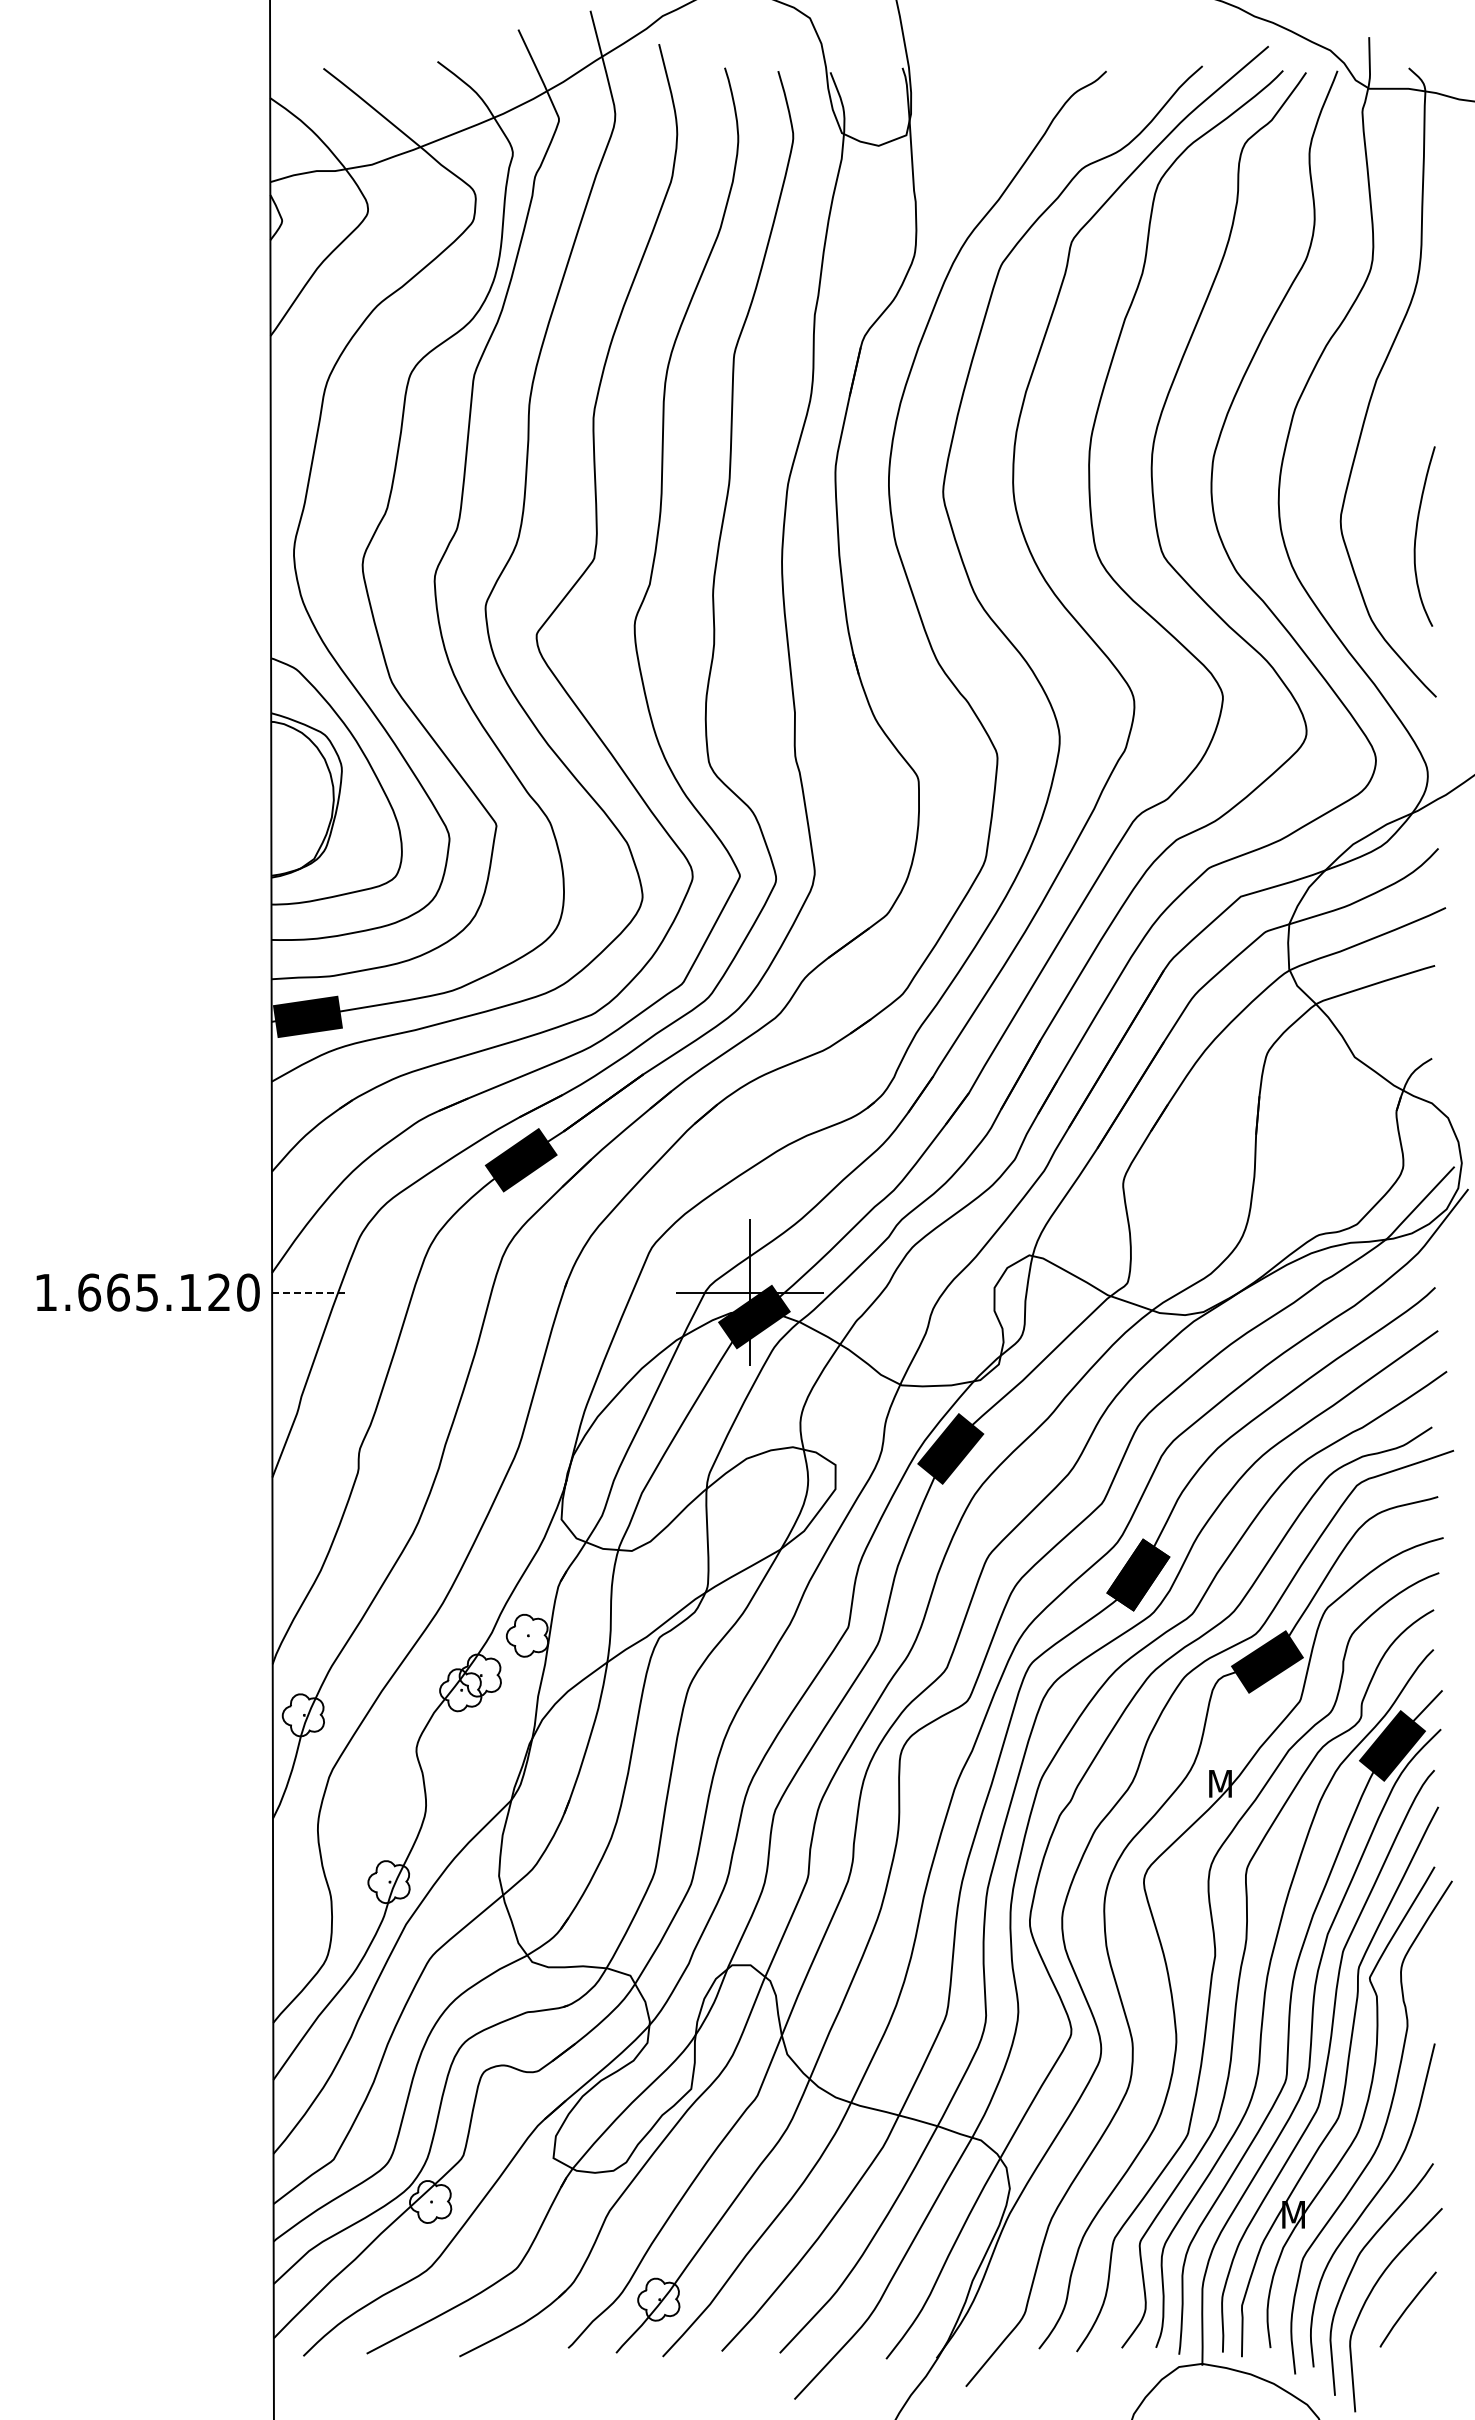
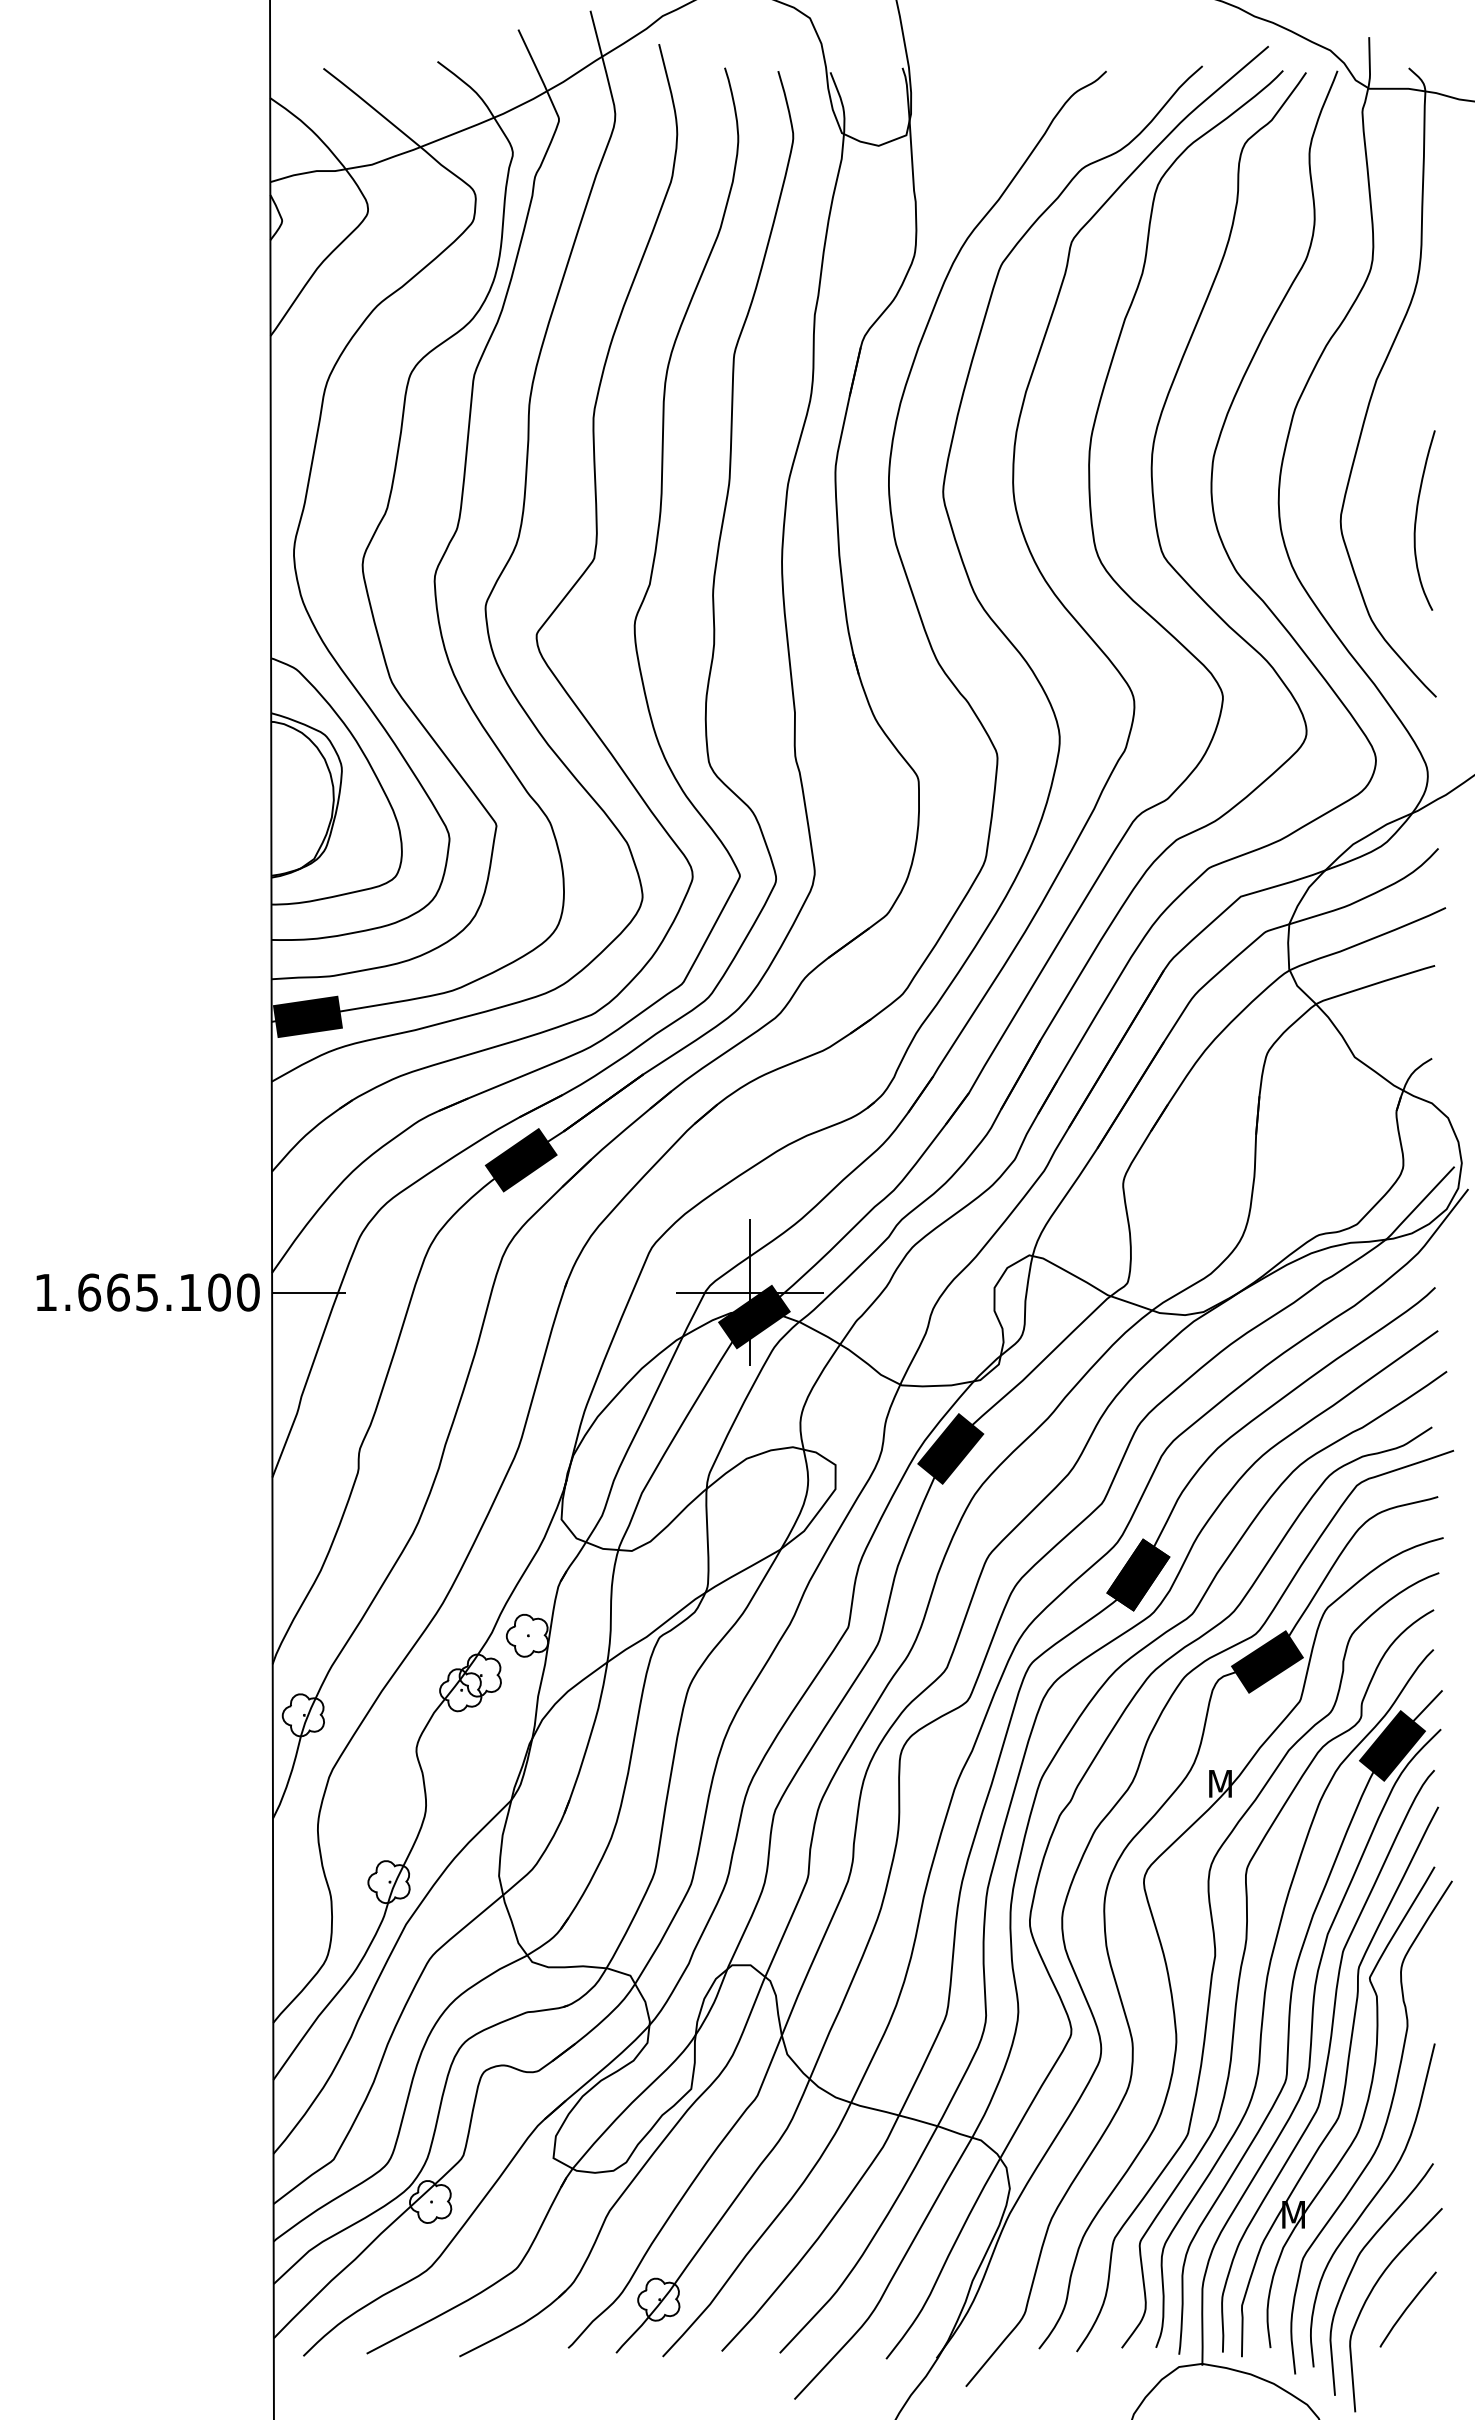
curve at (1416, 536) position: (1416, 536) -> (1416, 520)
text at (219, 1292): 1.665.120 -> 1.665.100
line at (308, 1292): dashed -> solid
